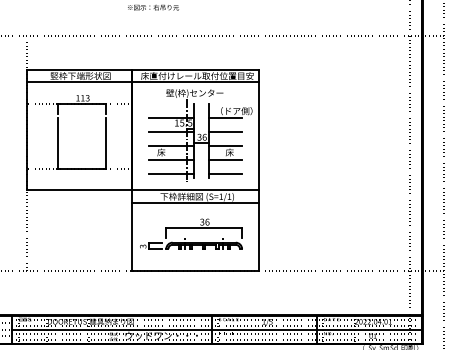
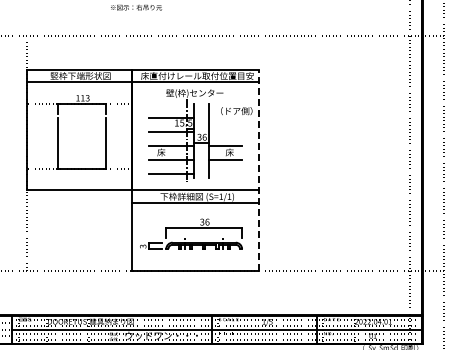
text at (153, 7) position: (153, 7) -> (136, 7)
line at (225, 117): present -> none
line at (225, 131): present -> none
line at (258, 170): solid -> dashed
line at (225, 173): present -> none
